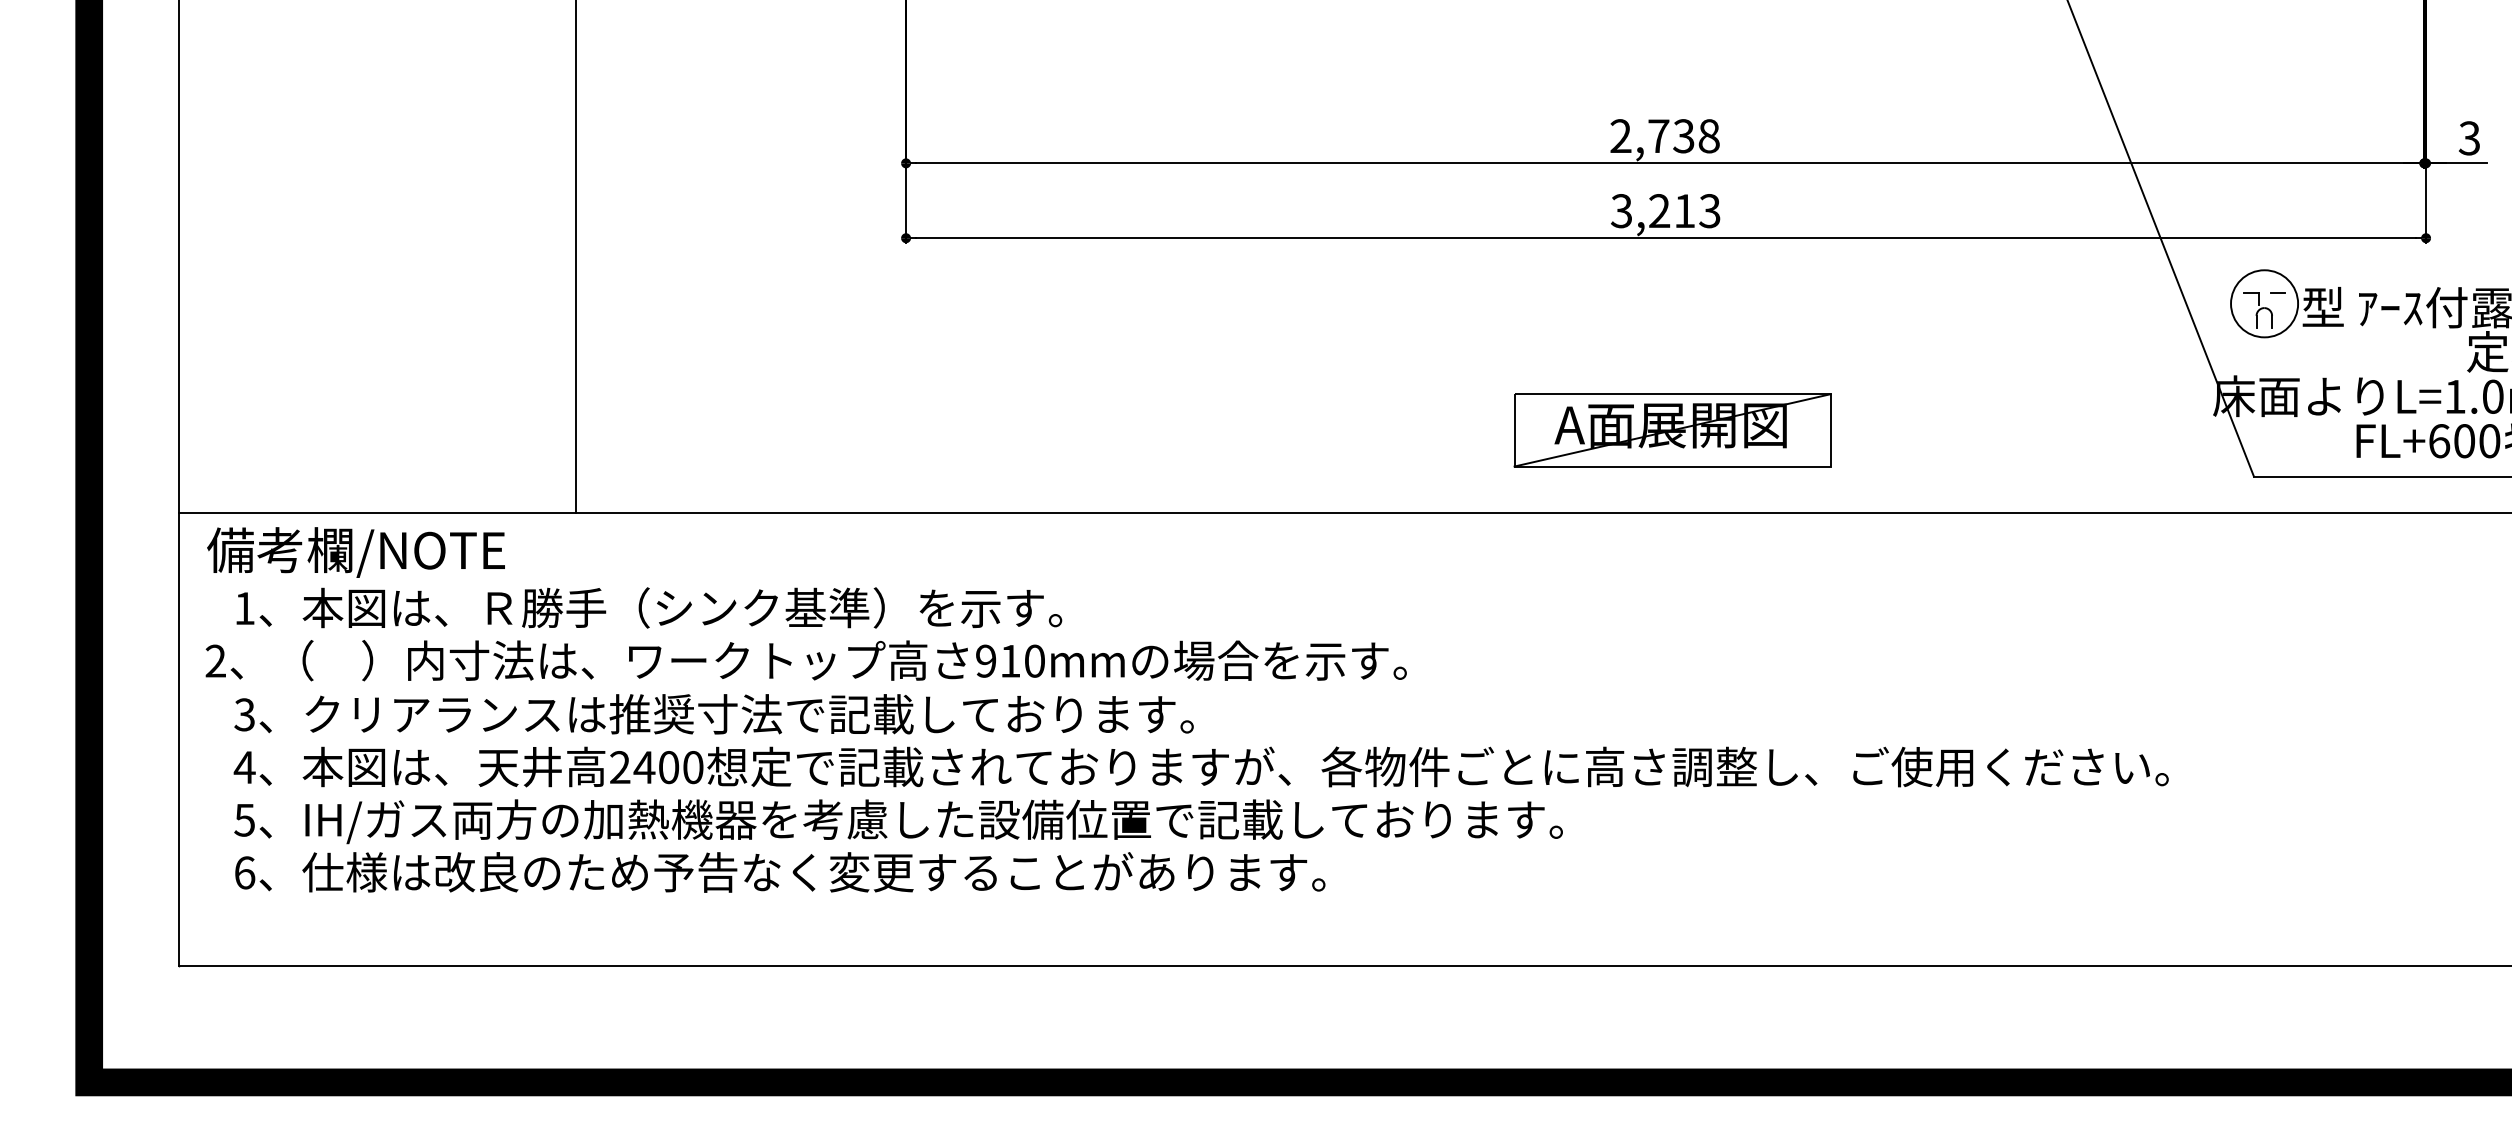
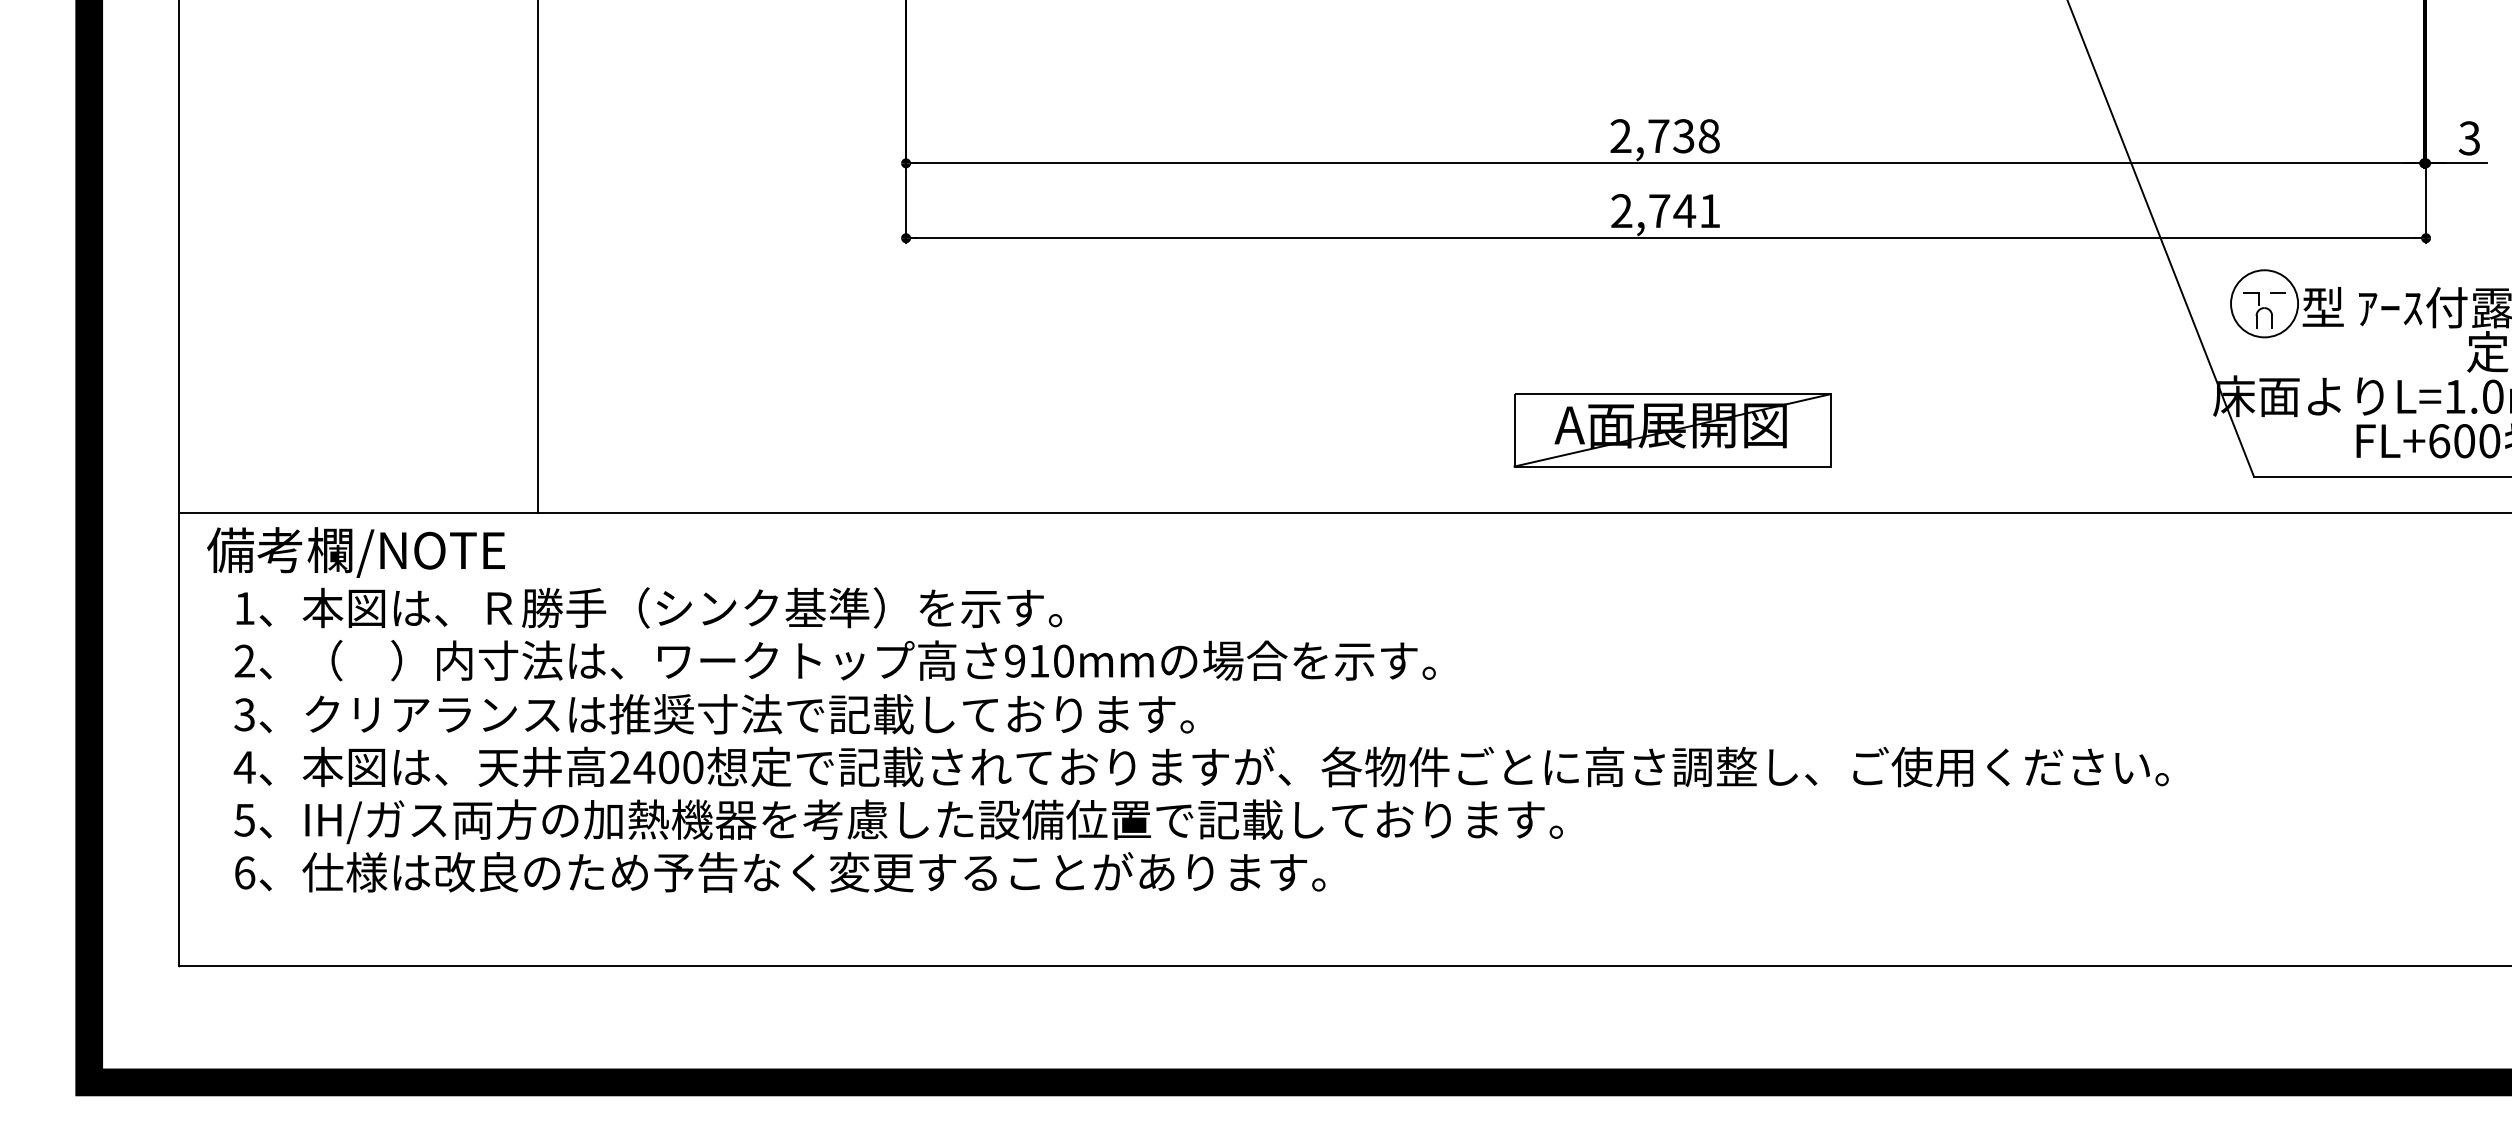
text at (1665, 211): 3,213 -> 2,741
line at (576, 257) position: (576, 257) -> (538, 257)
text at (805, 660) position: (805, 660) -> (834, 660)
